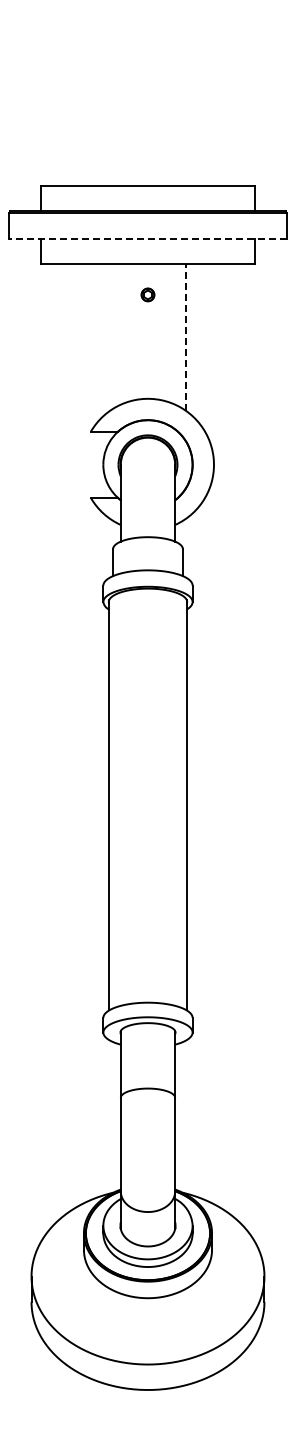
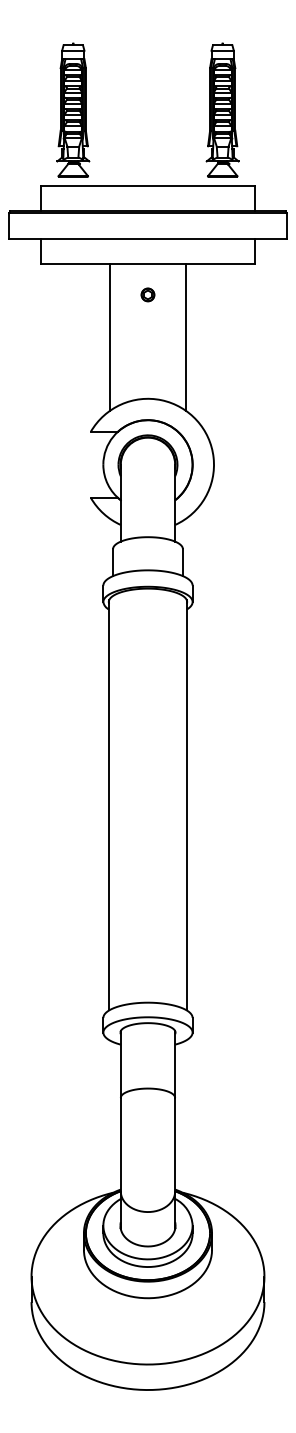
part at (73, 109): none -> present
part at (222, 109): none -> present
line at (148, 238): dashed -> solid
line at (109, 337): none -> present
line at (186, 337): dashed -> solid
